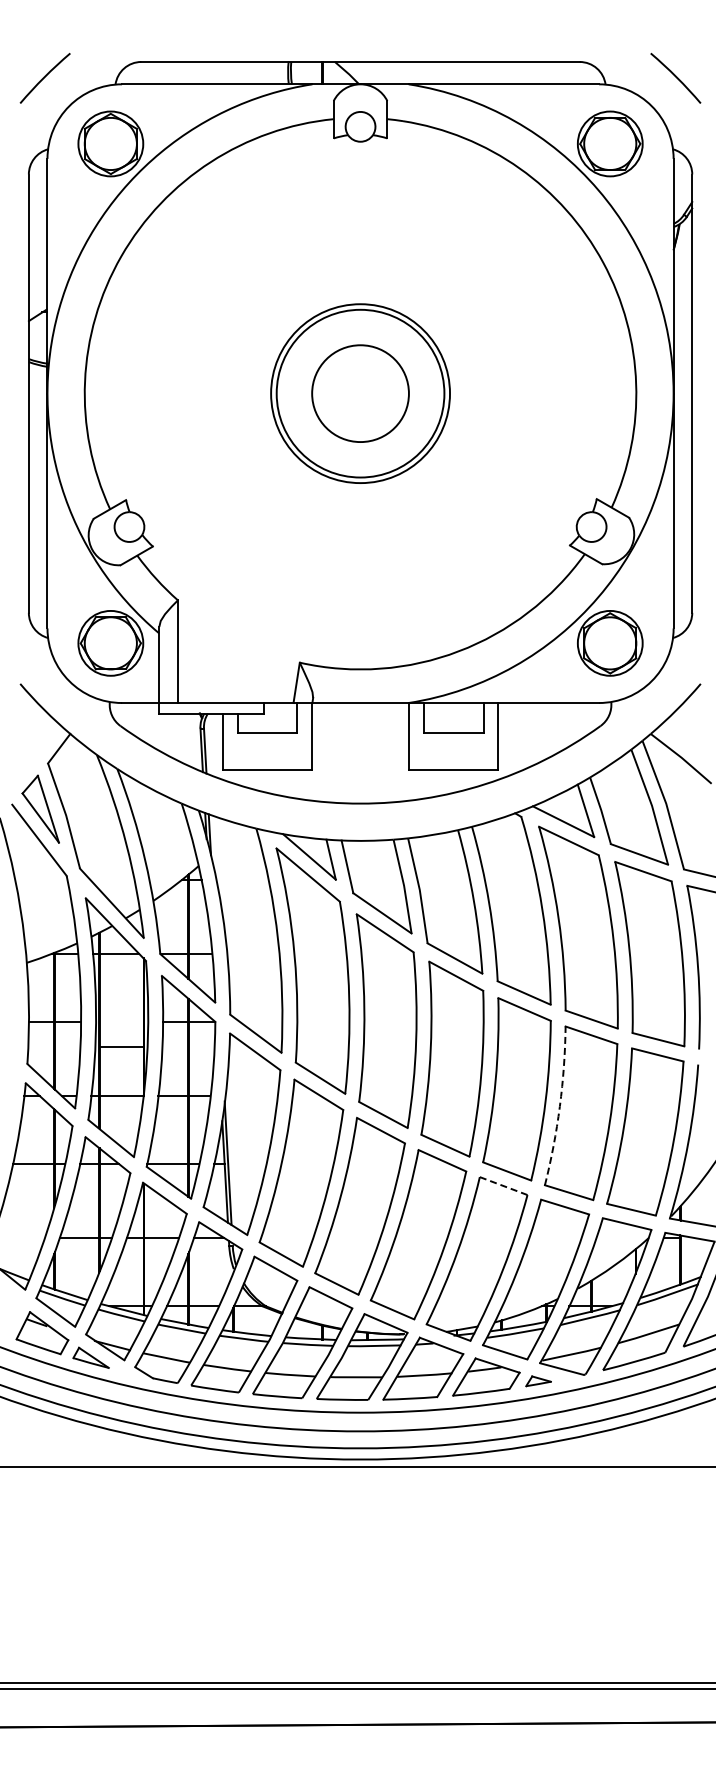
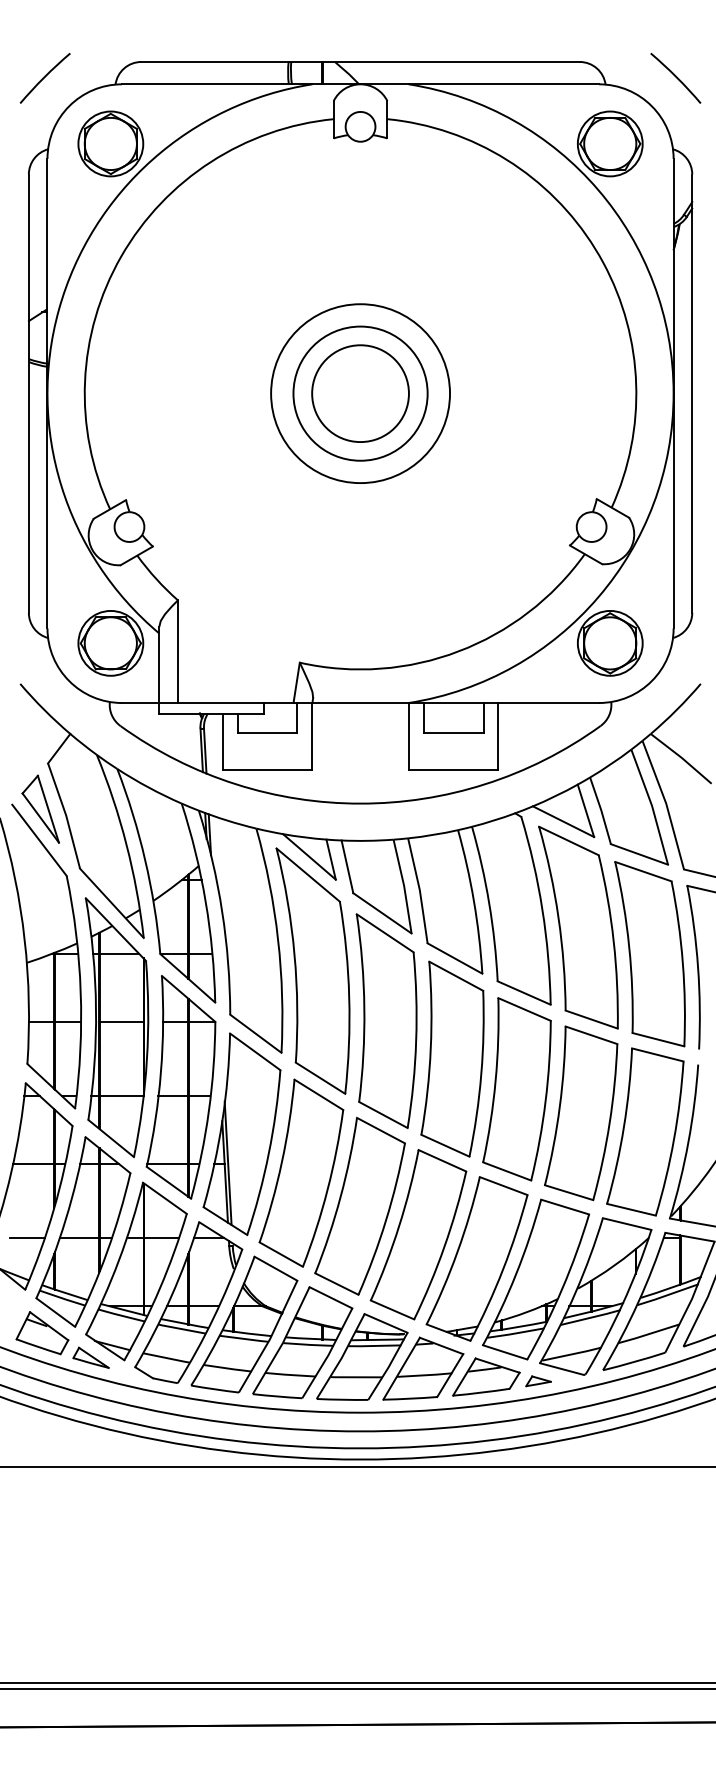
circle at (360, 393) diameter: 168 px -> 134 px
line at (121, 1047) position: (121, 1047) -> (121, 1022)
arc at (559, 1106): dashed -> solid
line at (504, 1186): dashed -> solid
line at (27, 1237): none -> present
